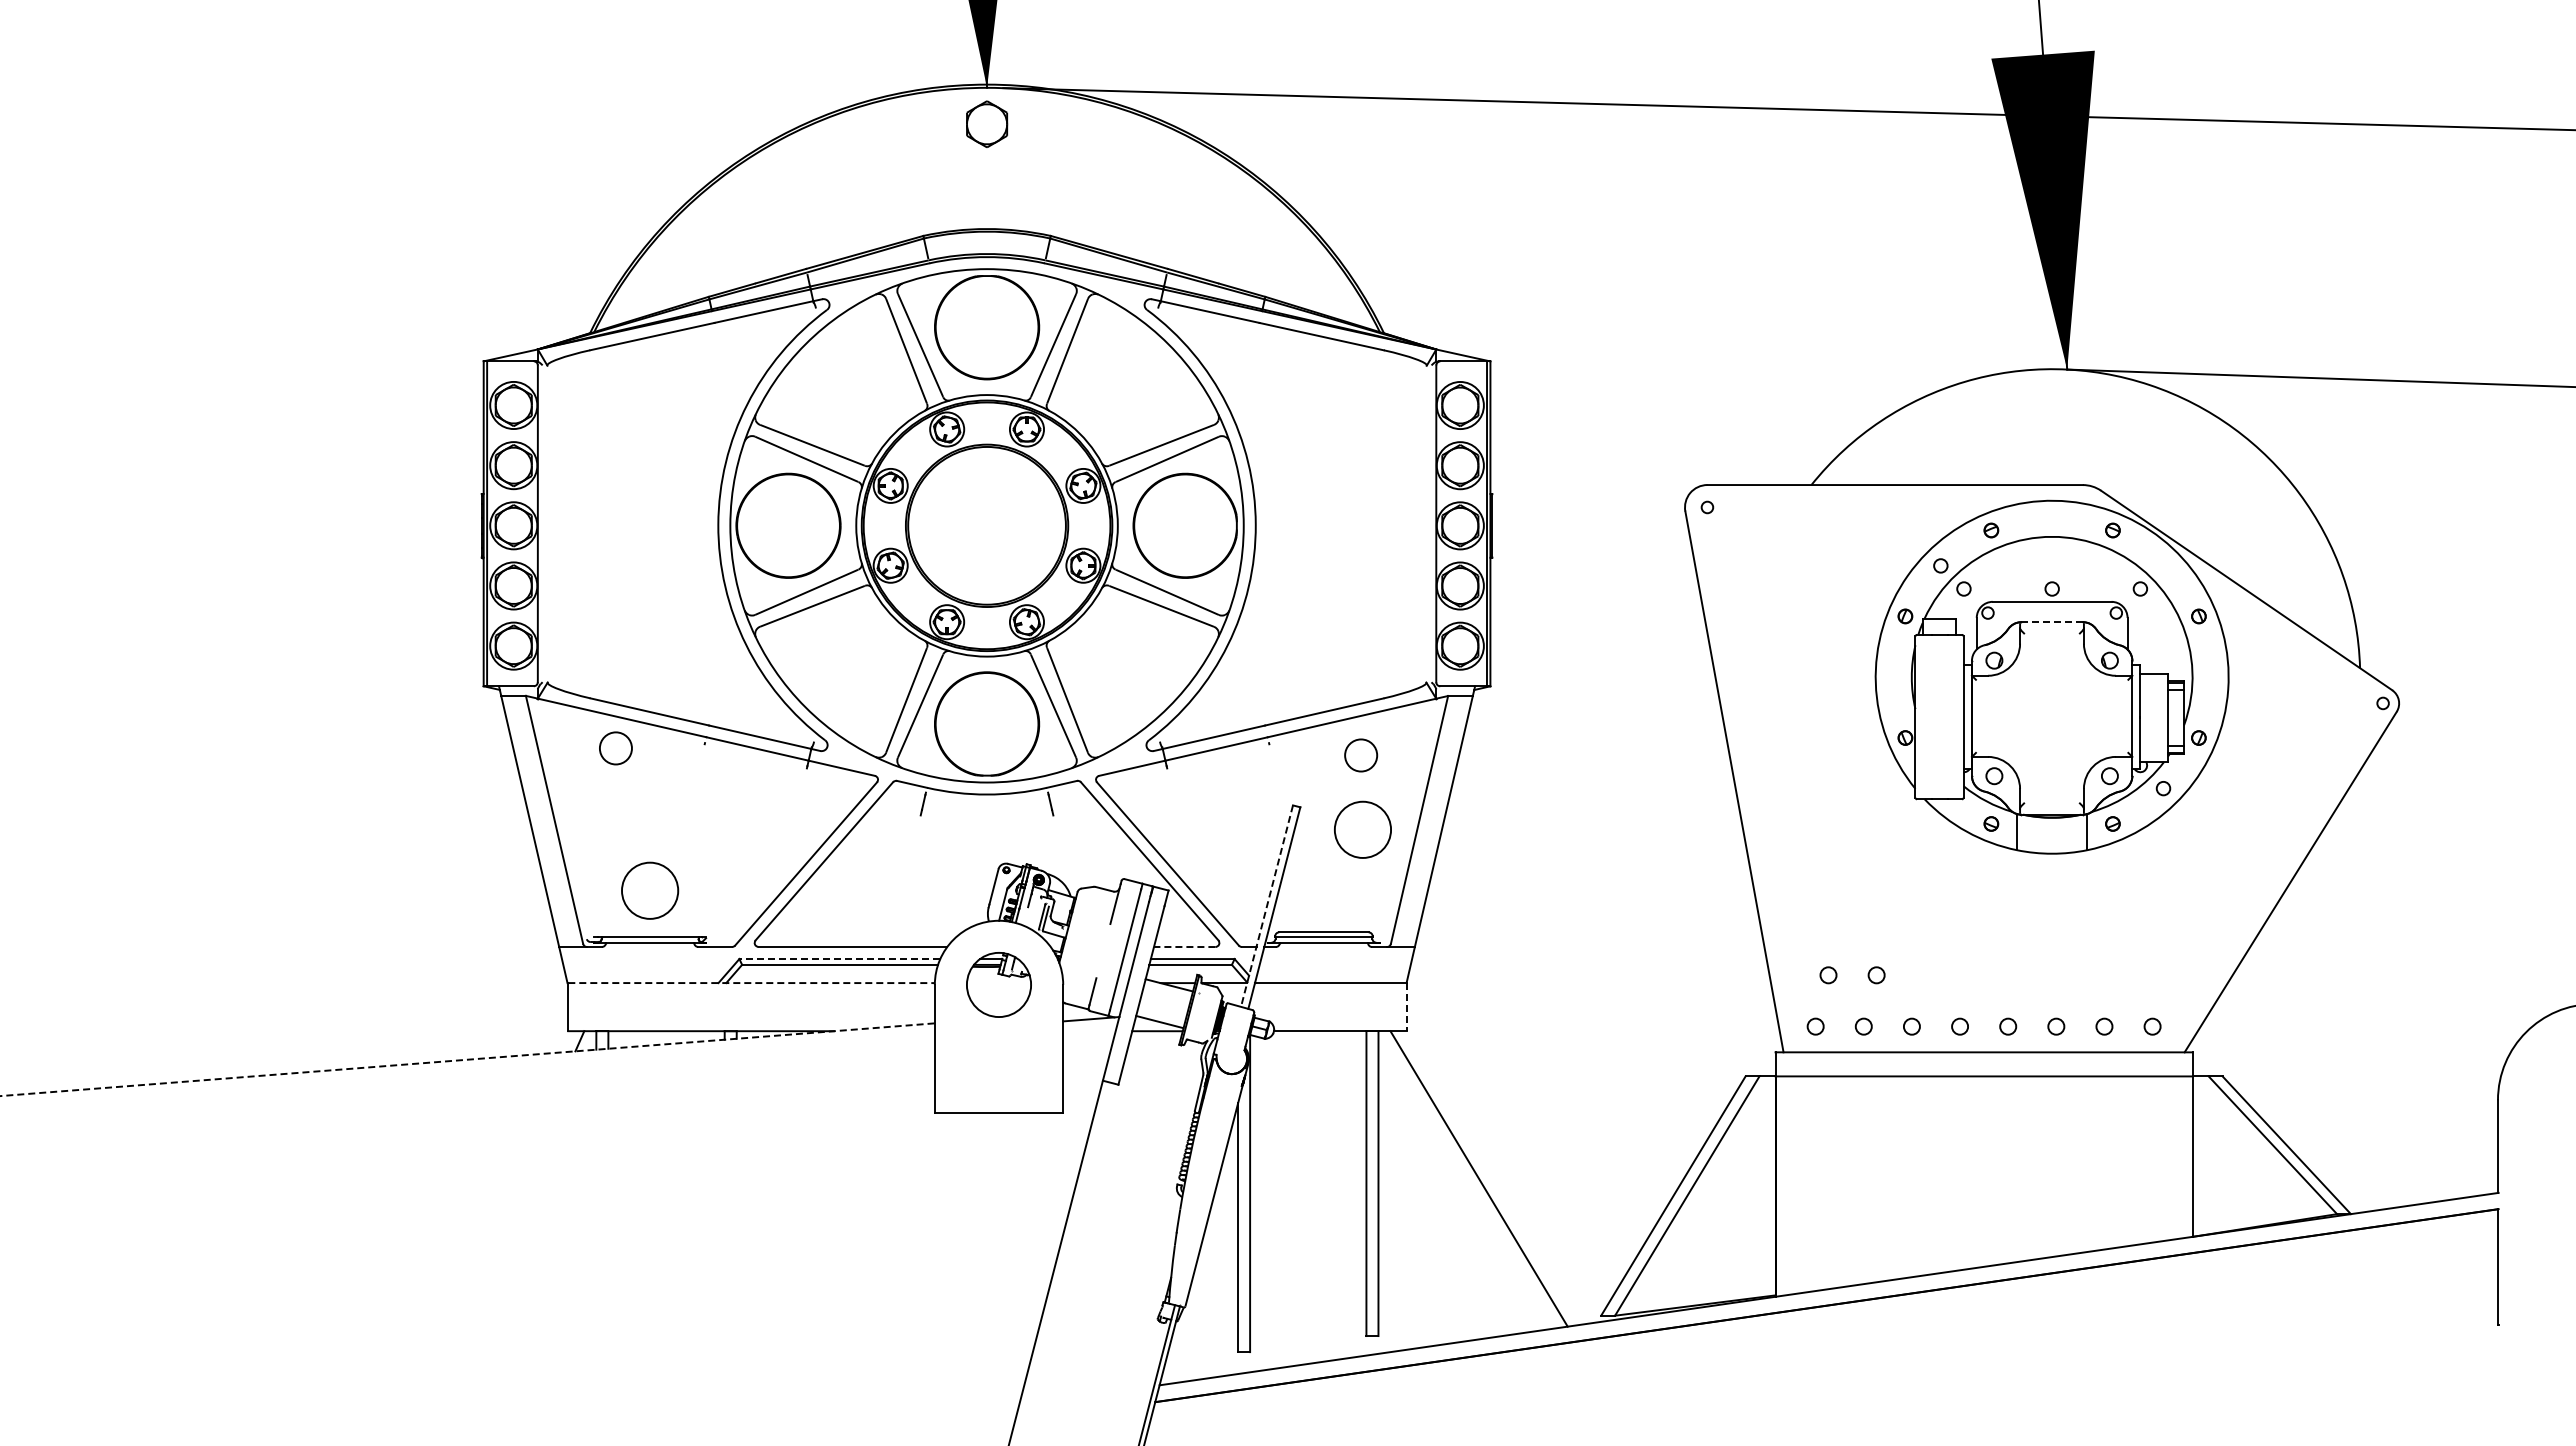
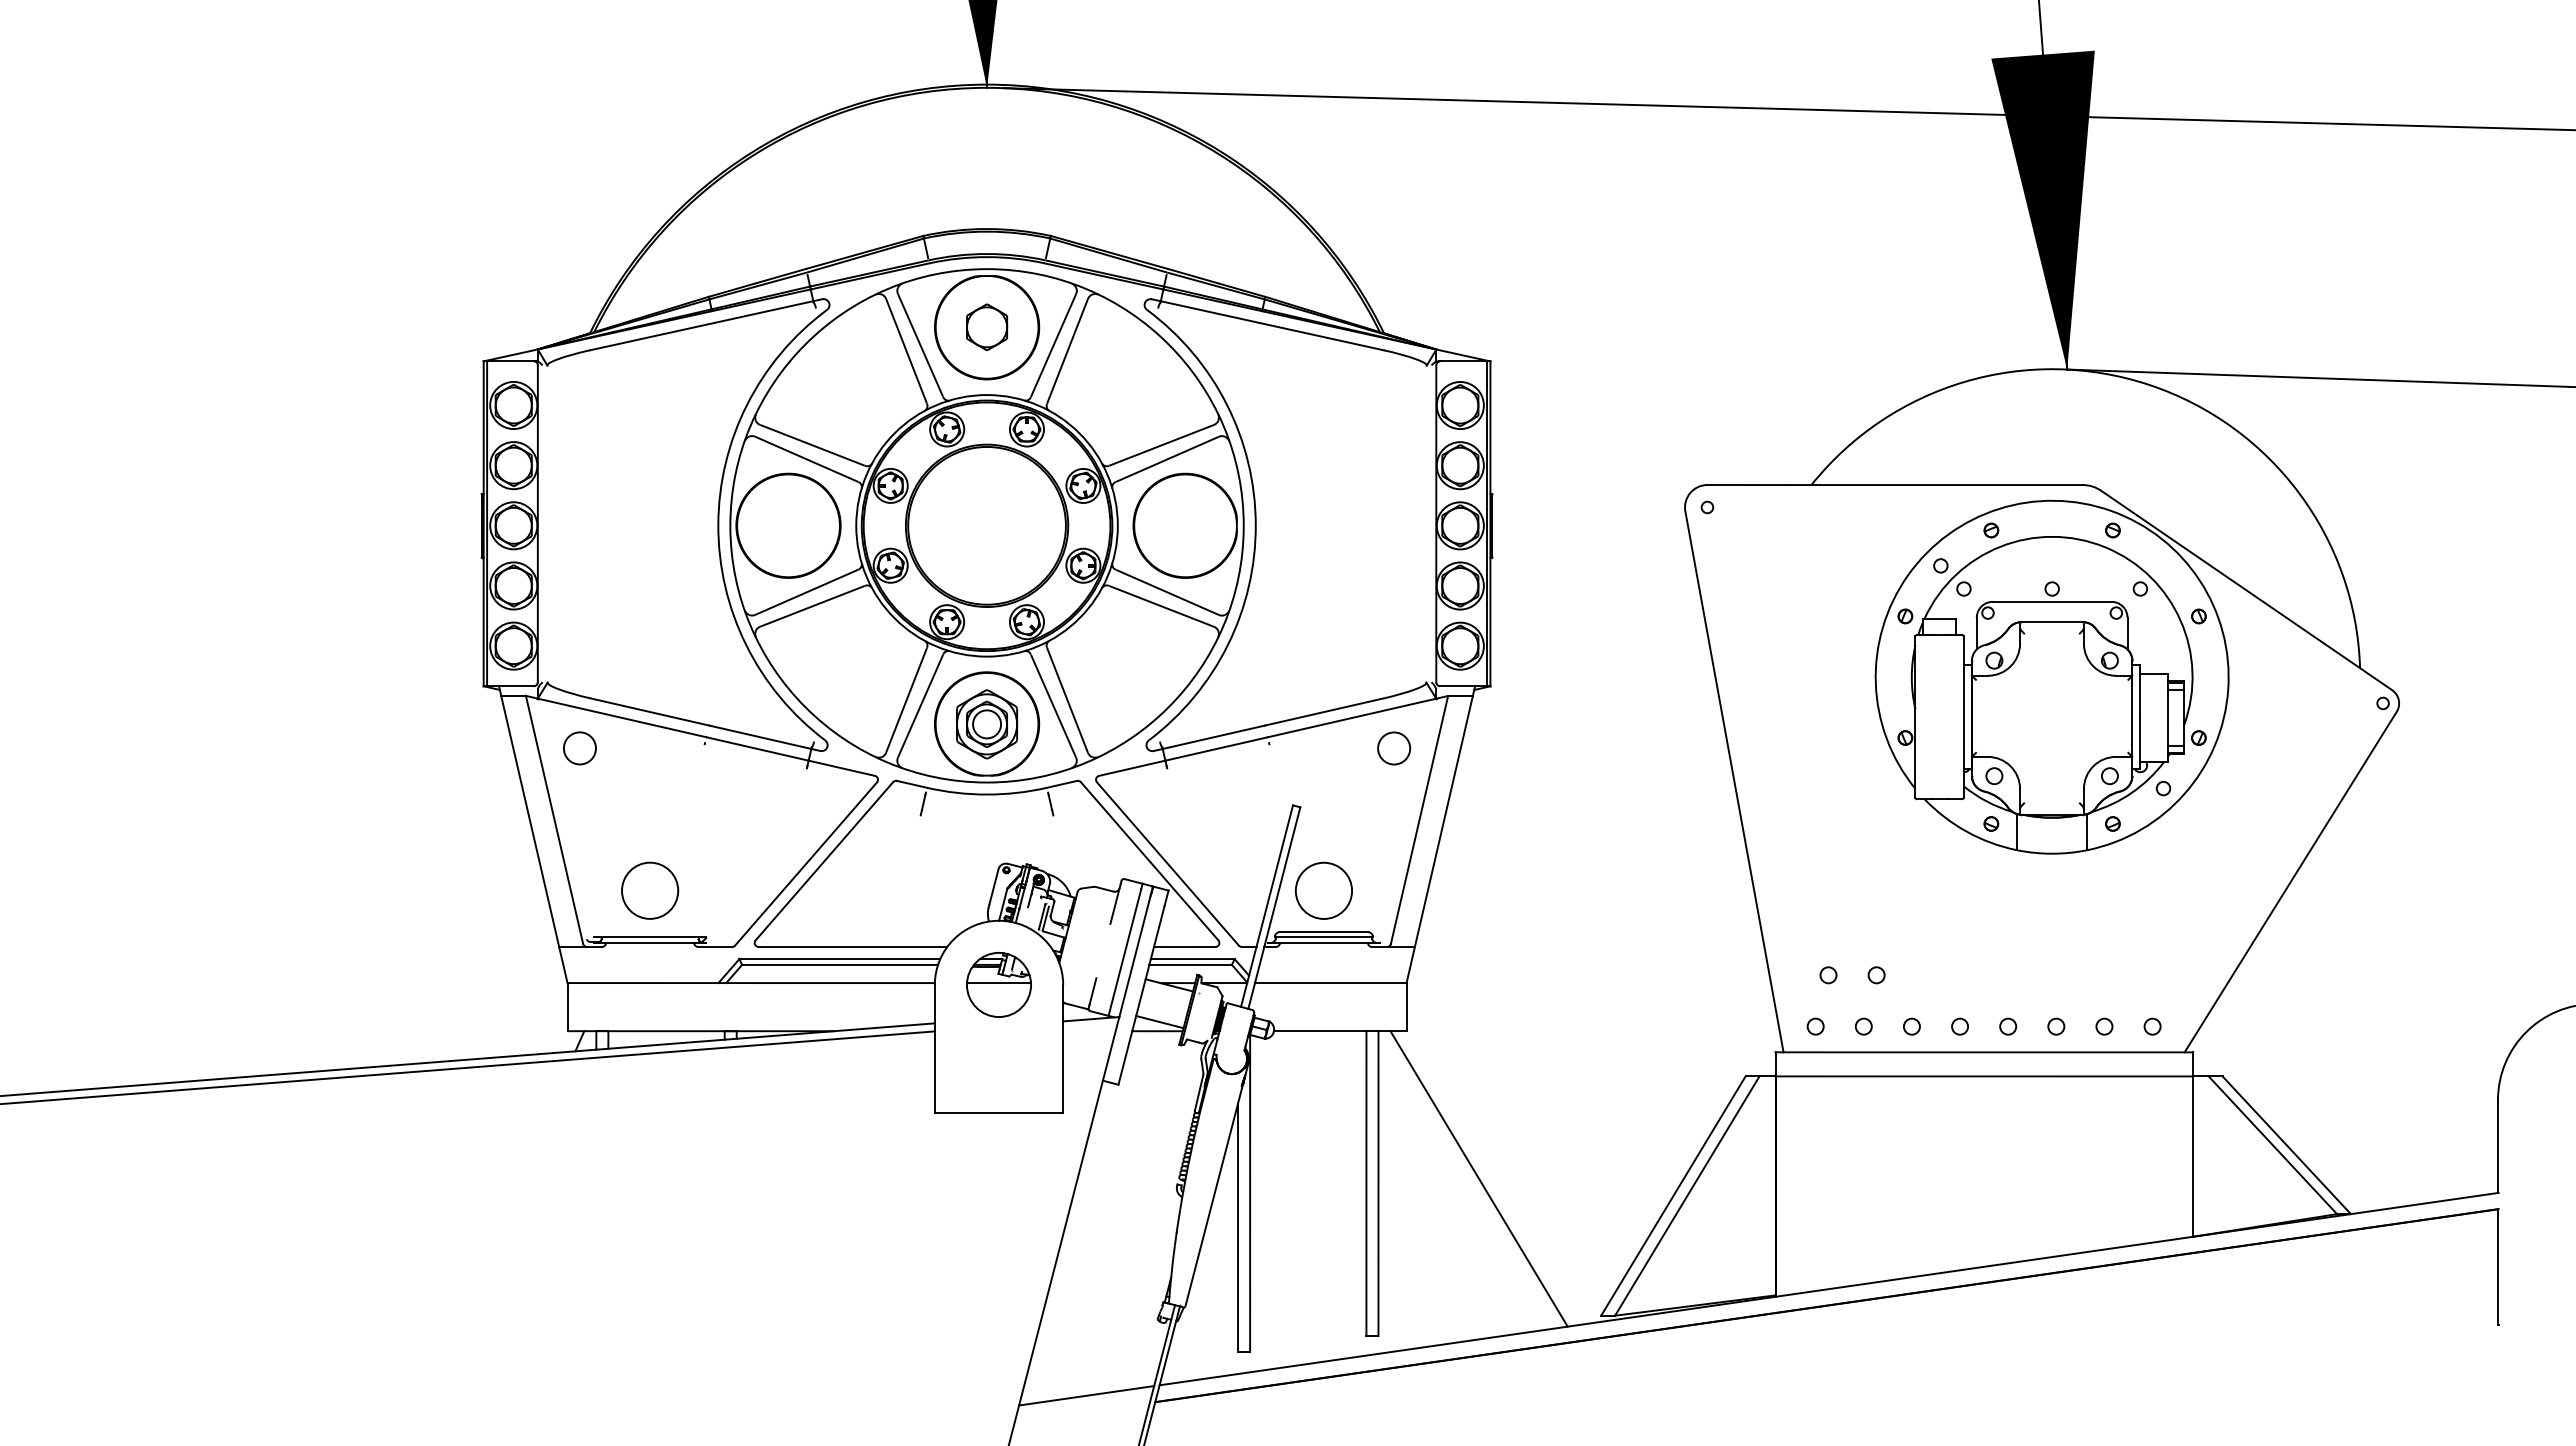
part at (987, 123) position: (987, 123) -> (987, 326)
line at (2052, 622): dashed -> solid
part at (987, 724): none -> present
circle at (615, 748) position: (615, 748) -> (579, 748)
circle at (1361, 755) position: (1361, 755) -> (1394, 748)
circle at (1362, 829) position: (1362, 829) -> (1323, 890)
line at (1266, 906): dashed -> solid
line at (1184, 947): dashed -> solid
line at (839, 959): dashed -> solid
line at (752, 983): dashed -> solid
line at (999, 983): none -> present
line at (1406, 1007): dashed -> solid
line at (467, 1059): dashed -> solid
line at (468, 1067): none -> present
line at (1086, 1395): none -> present
